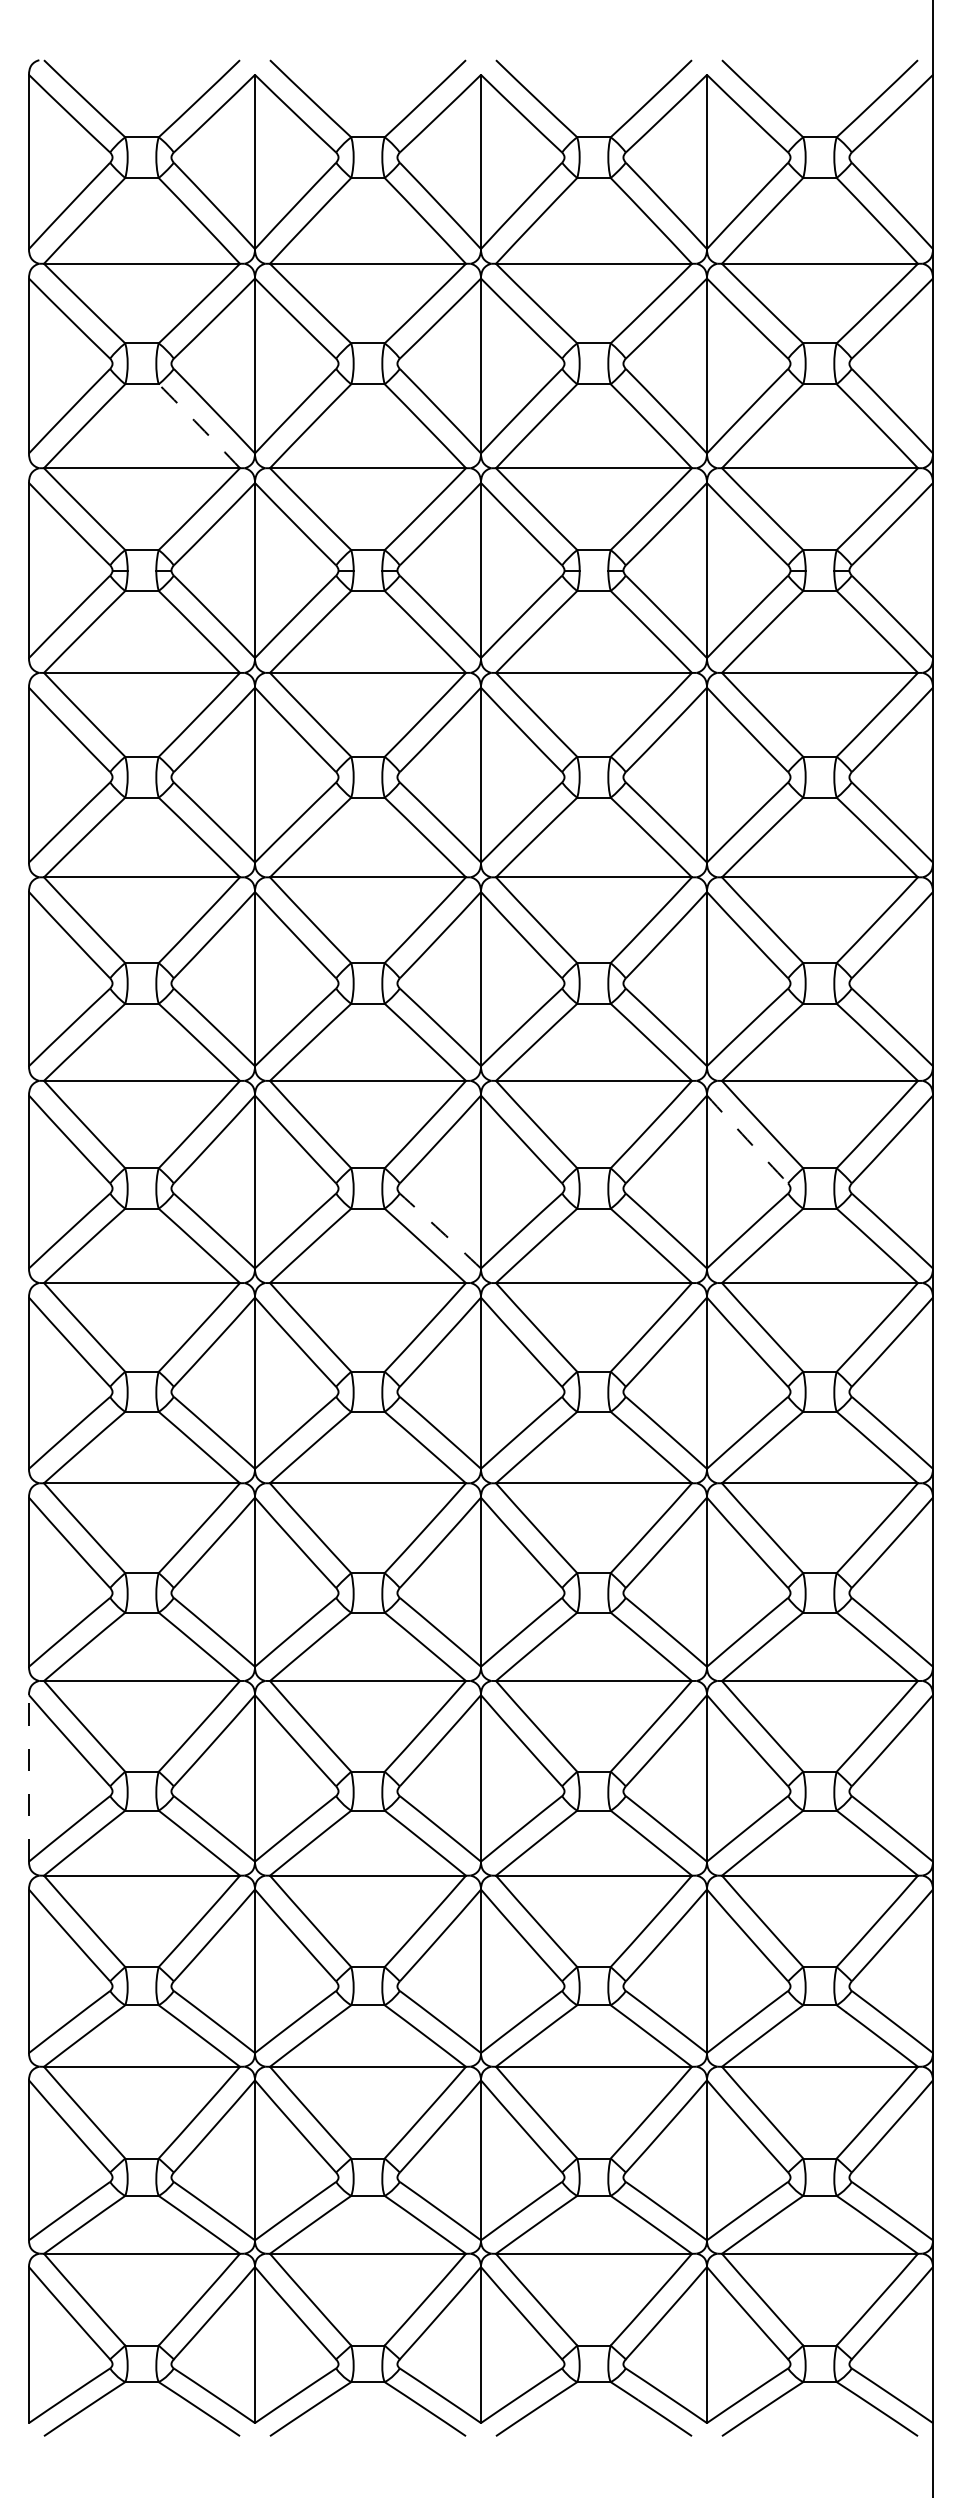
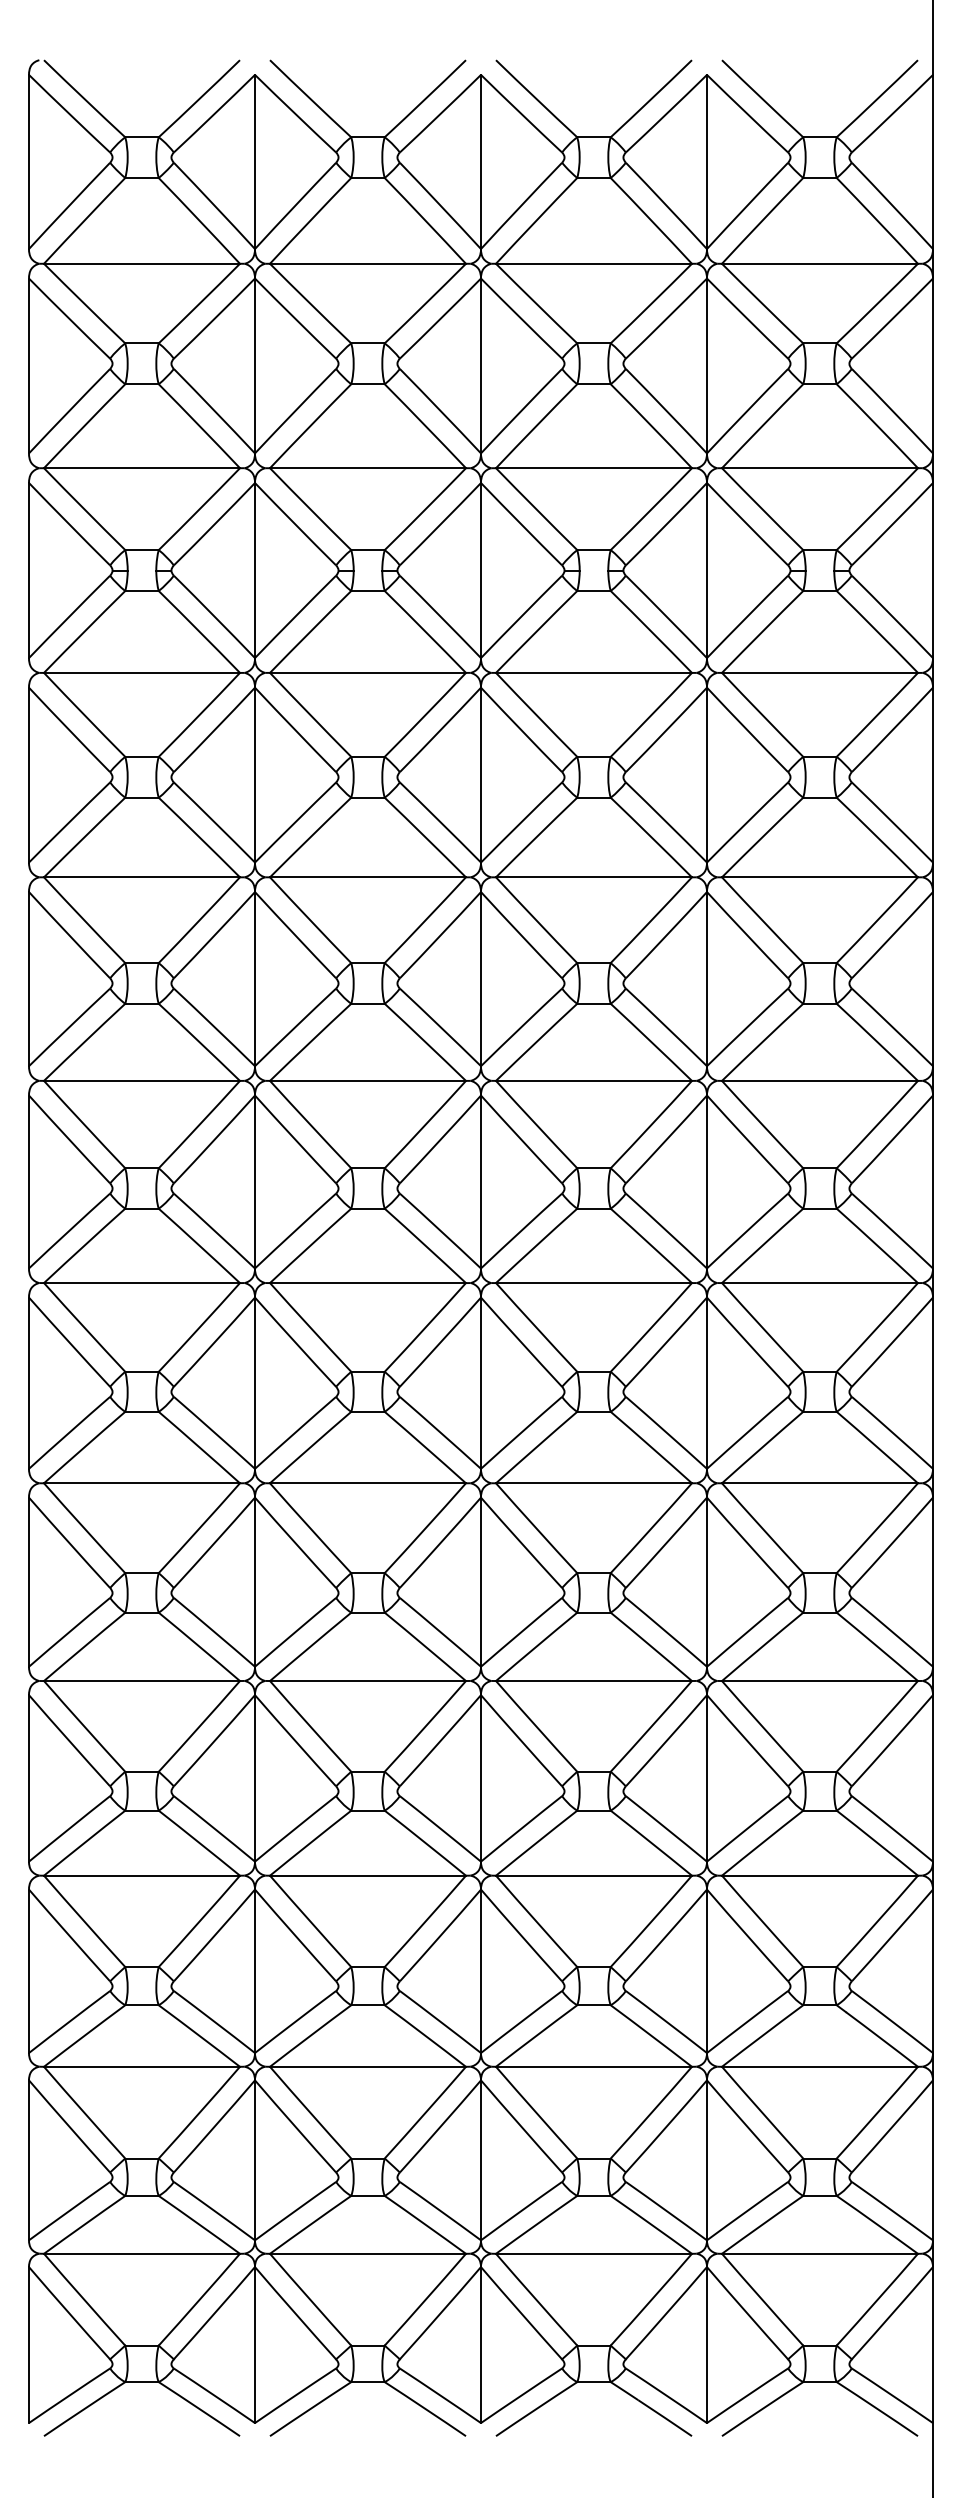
arc at (199, 426): dashed -> solid
arc at (747, 1139): dashed -> solid
arc at (440, 1230): dashed -> solid
line at (29, 1777): dashed -> solid
